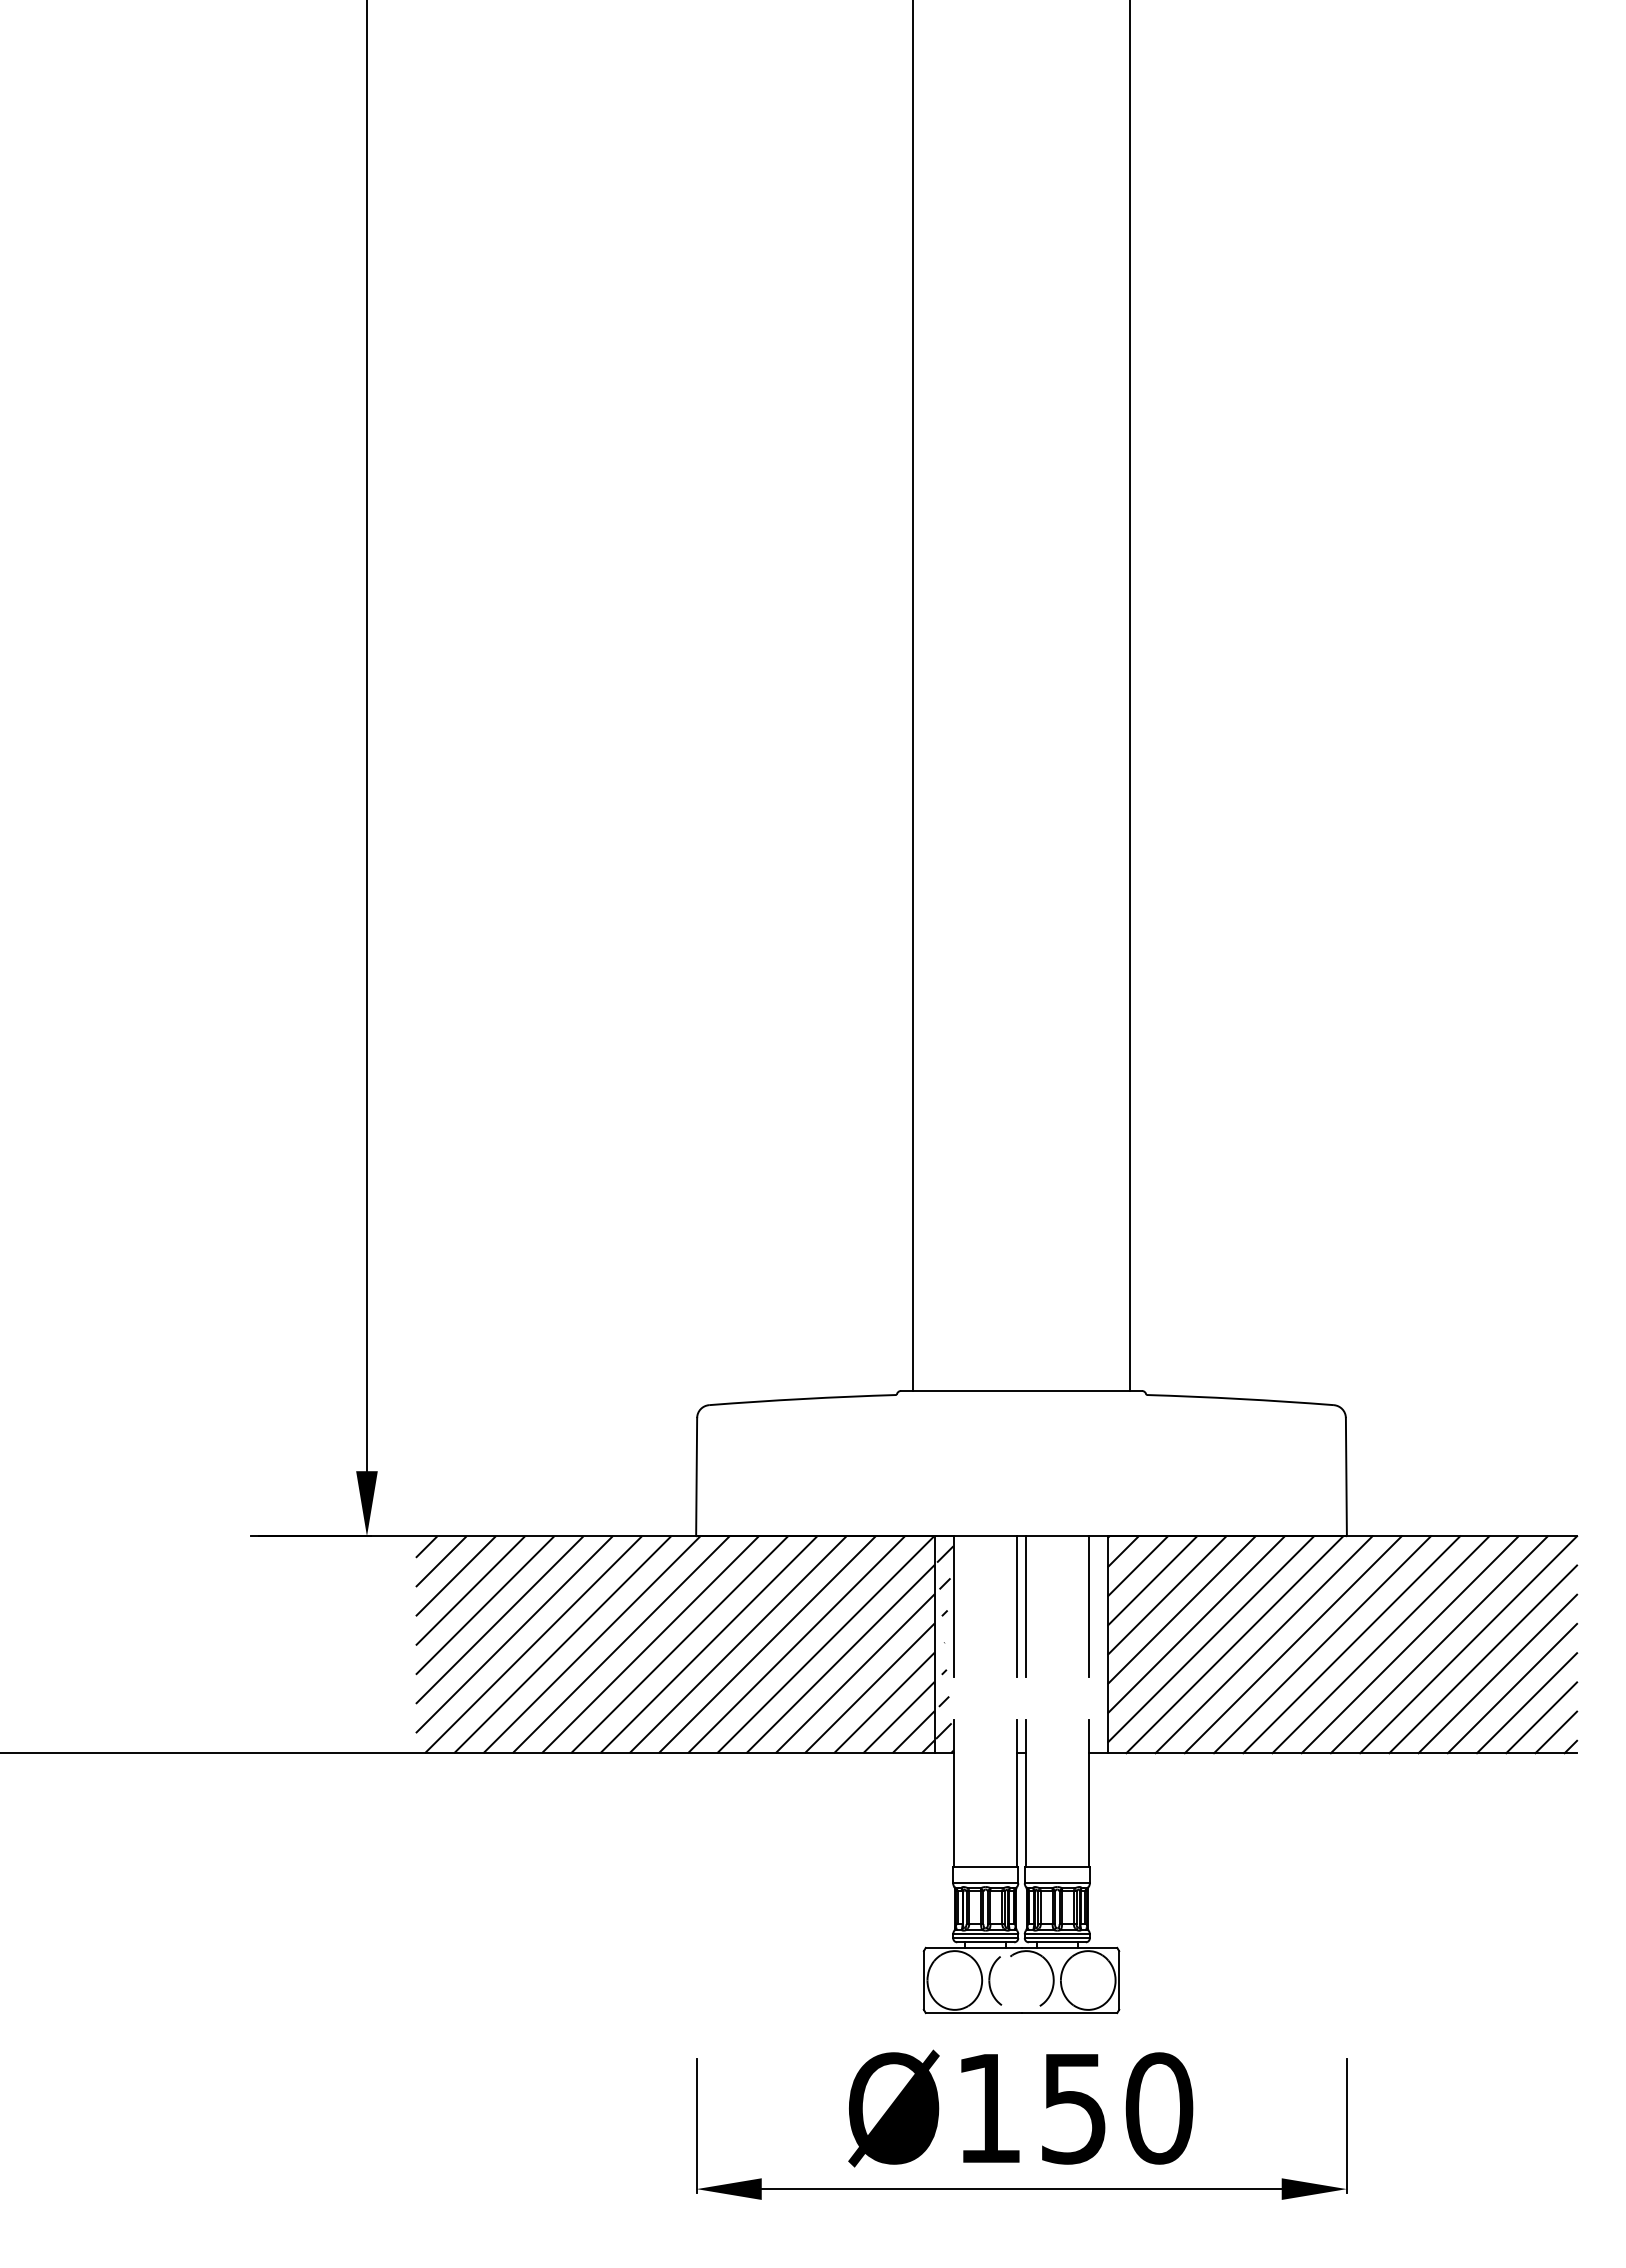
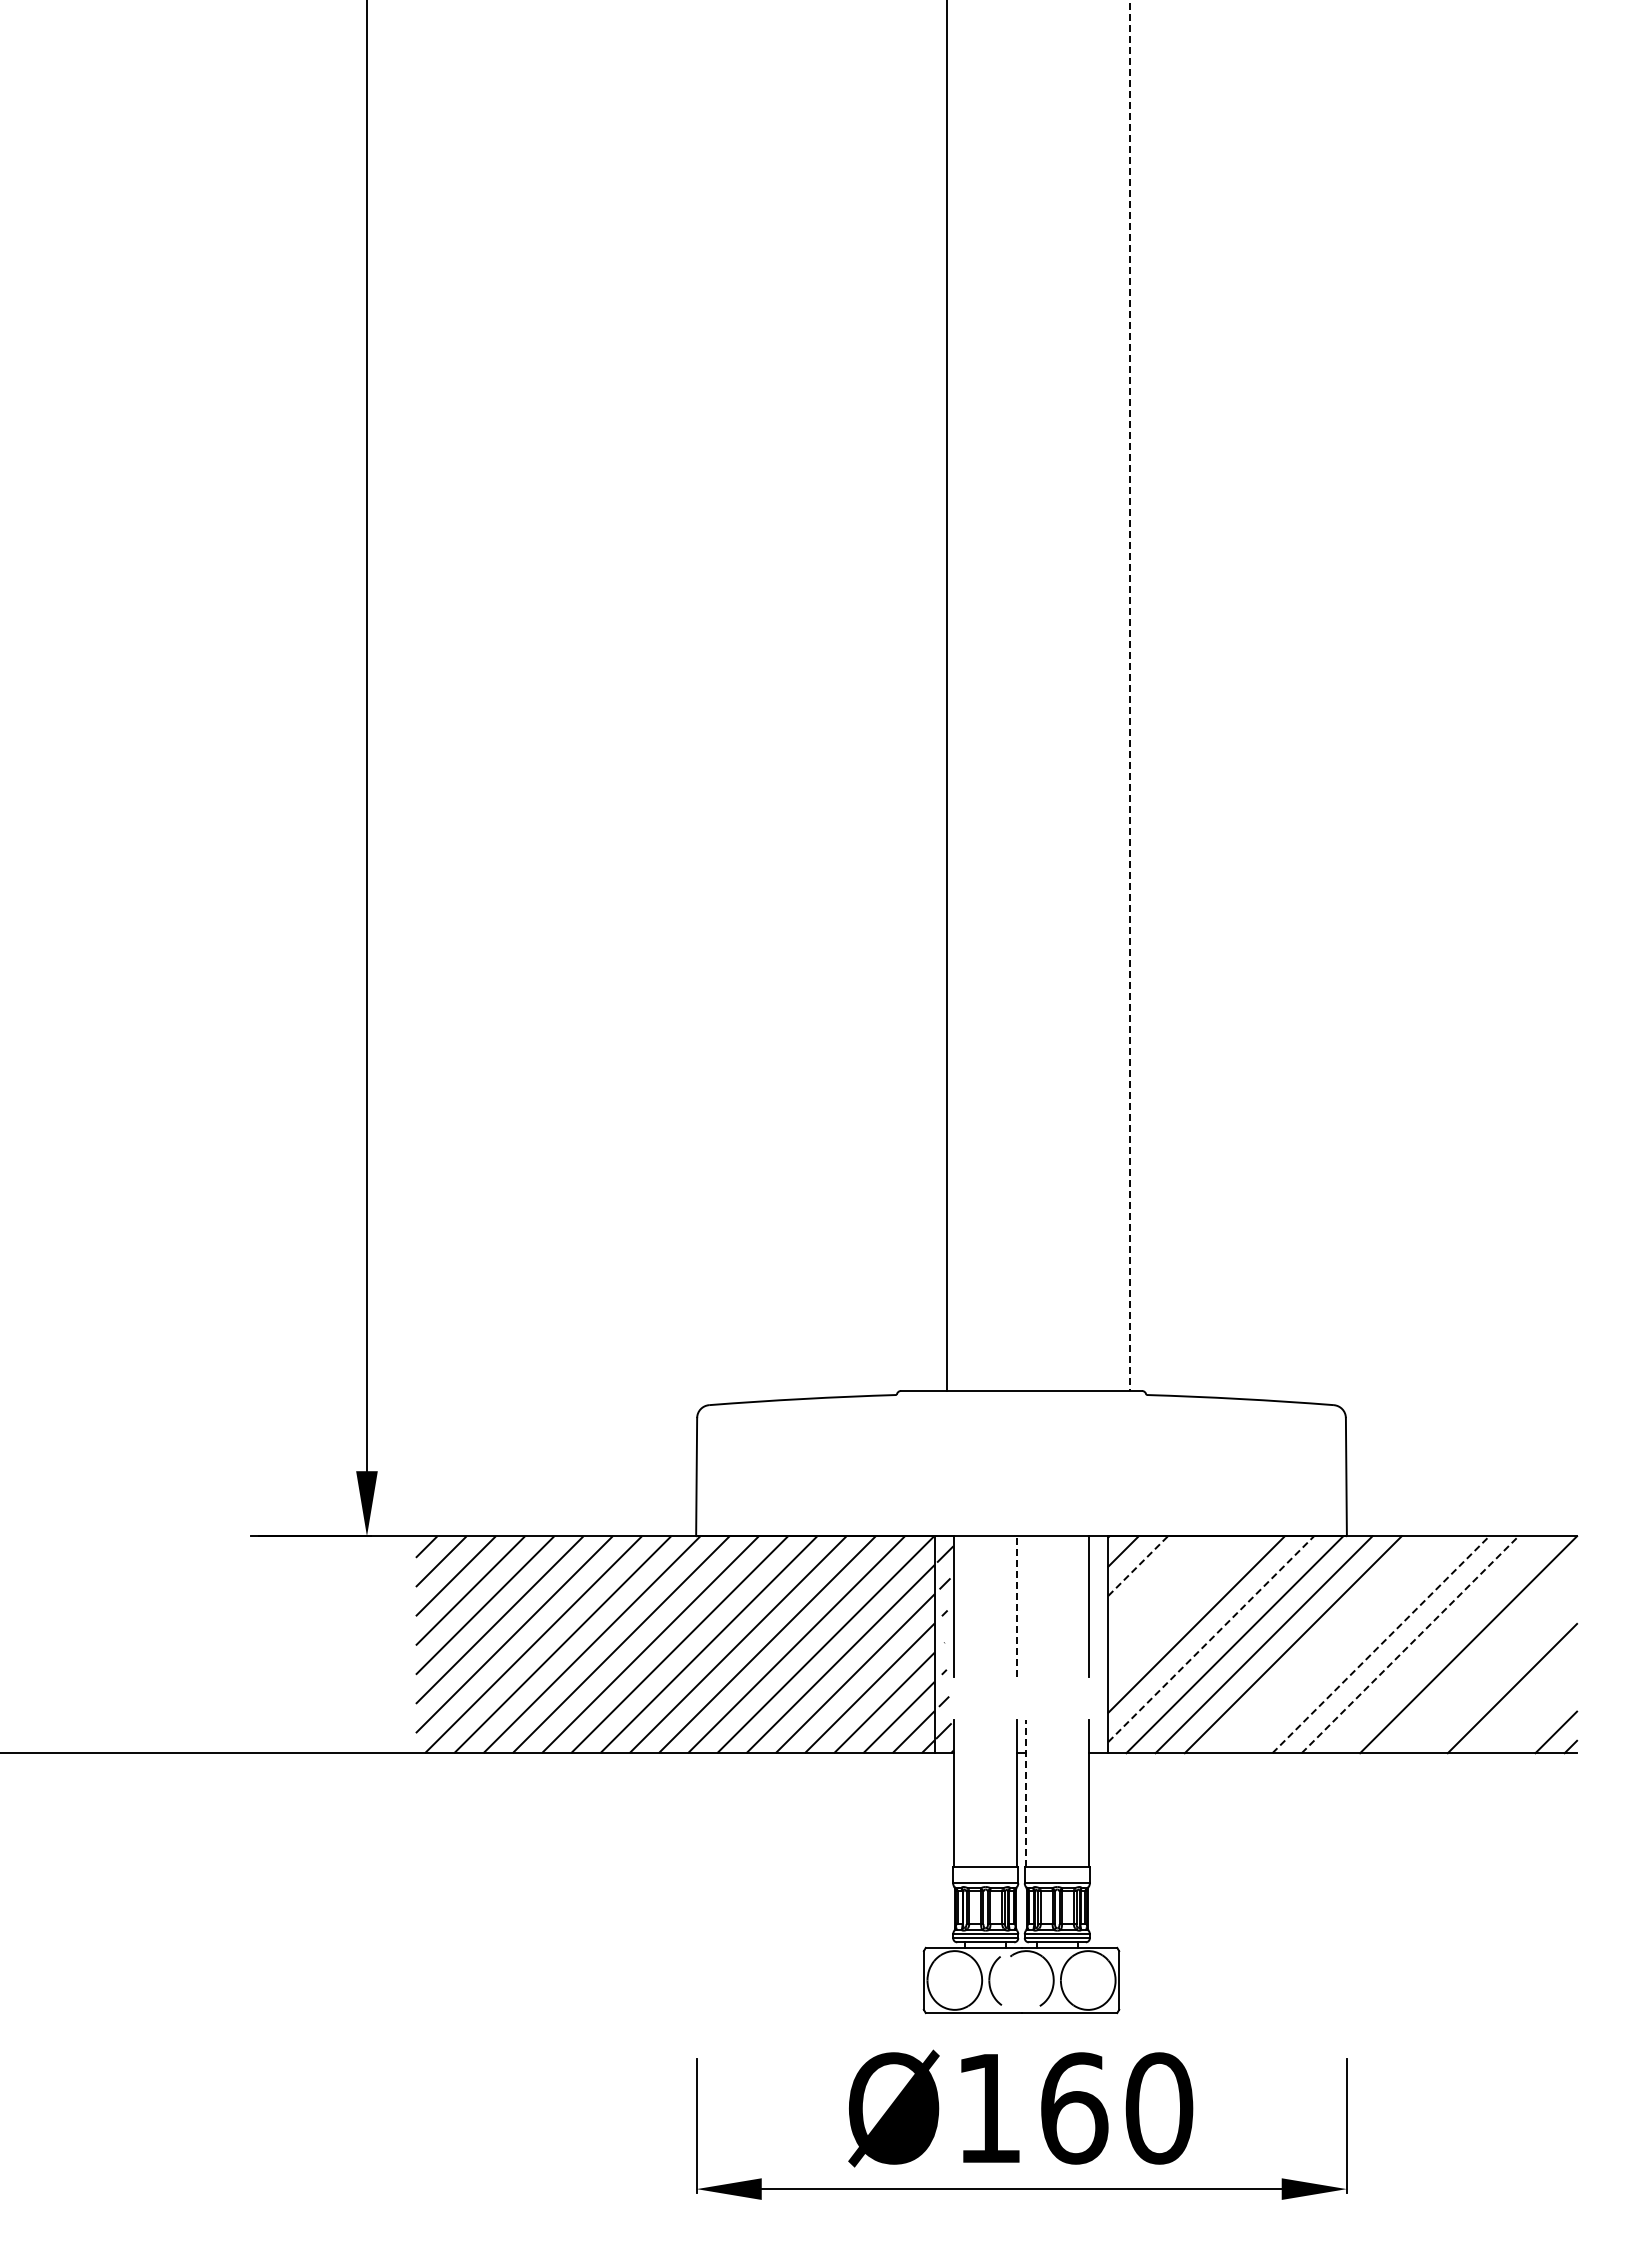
line at (913, 696) position: (913, 696) -> (947, 696)
line at (1130, 696): solid -> dashed
line at (1138, 1565): solid -> dashed
line at (1152, 1580): present -> none
line at (1167, 1595): present -> none
line at (1017, 1606): solid -> dashed
line at (1025, 1606): present -> none
line at (1181, 1609): present -> none
line at (1211, 1638): solid -> dashed
line at (1322, 1644): present -> none
line at (1351, 1644): present -> none
line at (1381, 1644): solid -> dashed
line at (1410, 1644): solid -> dashed
line at (1438, 1644): present -> none
line at (1483, 1659): present -> none
line at (1497, 1673): present -> none
line at (1527, 1703): present -> none
line at (1541, 1717): present -> none
line at (1025, 1793): solid -> dashed
text at (1074, 2108): Ø150 -> Ø160
